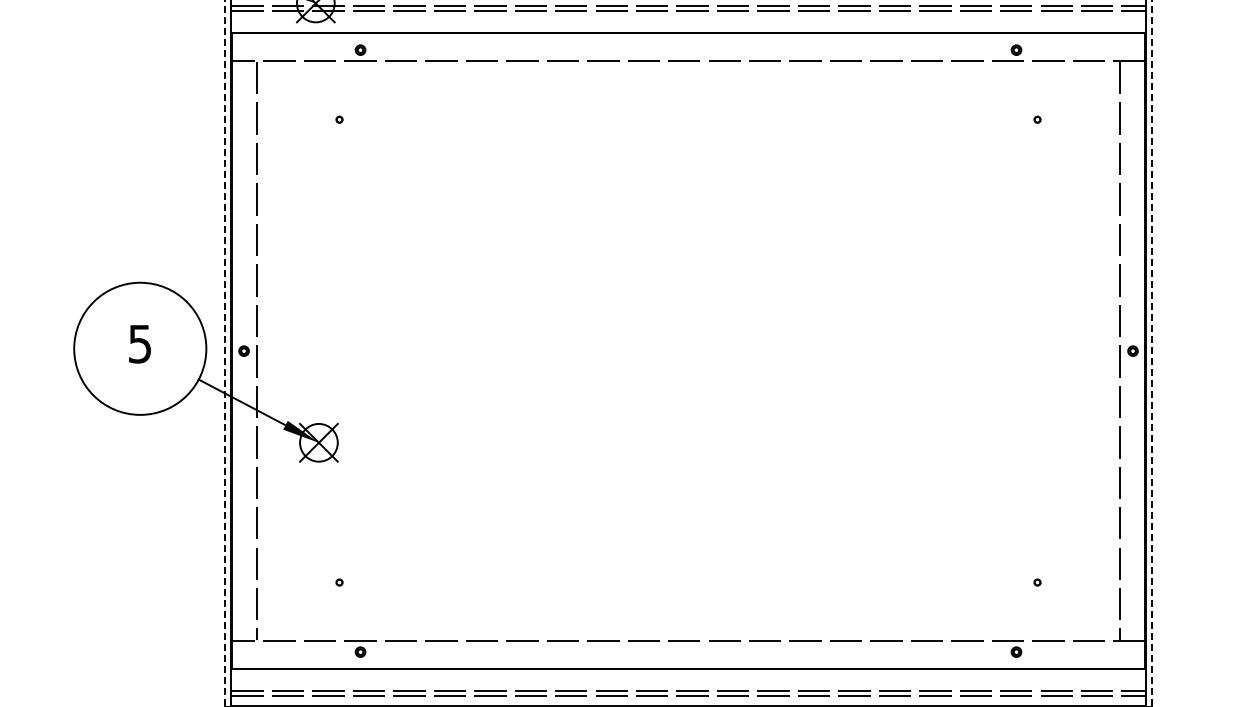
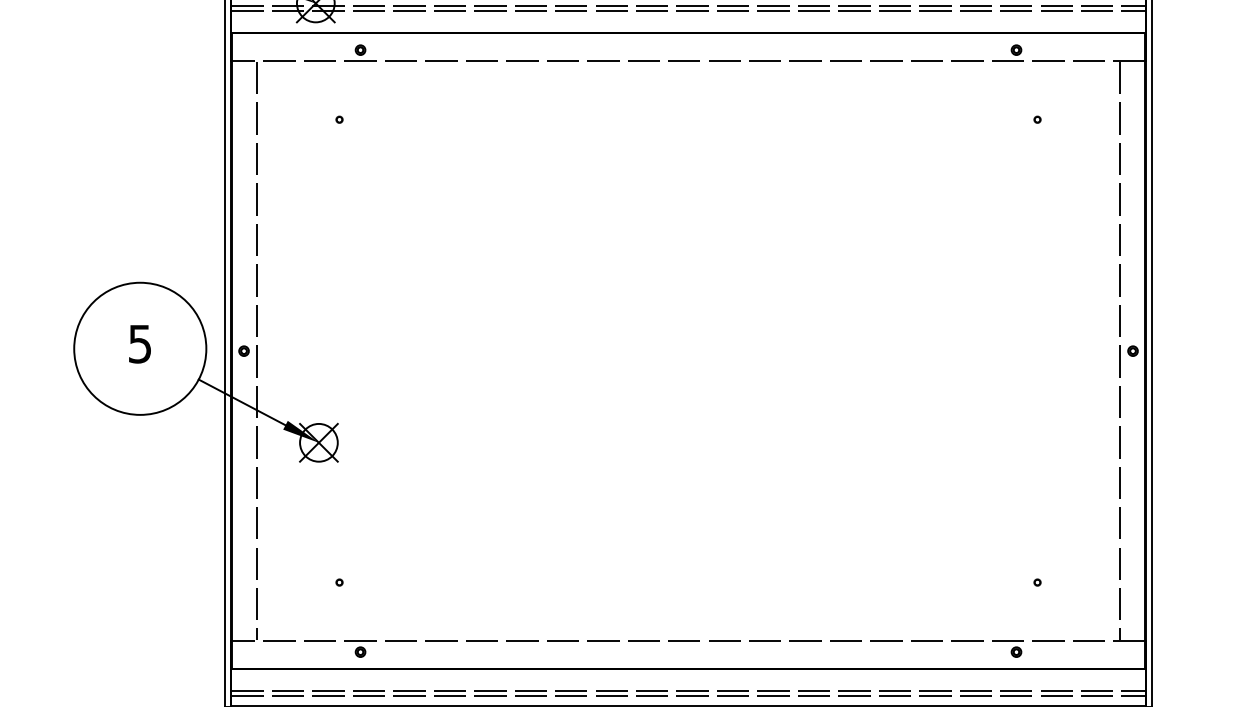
line at (224, 353): dashed -> solid
line at (1152, 353): dashed -> solid
